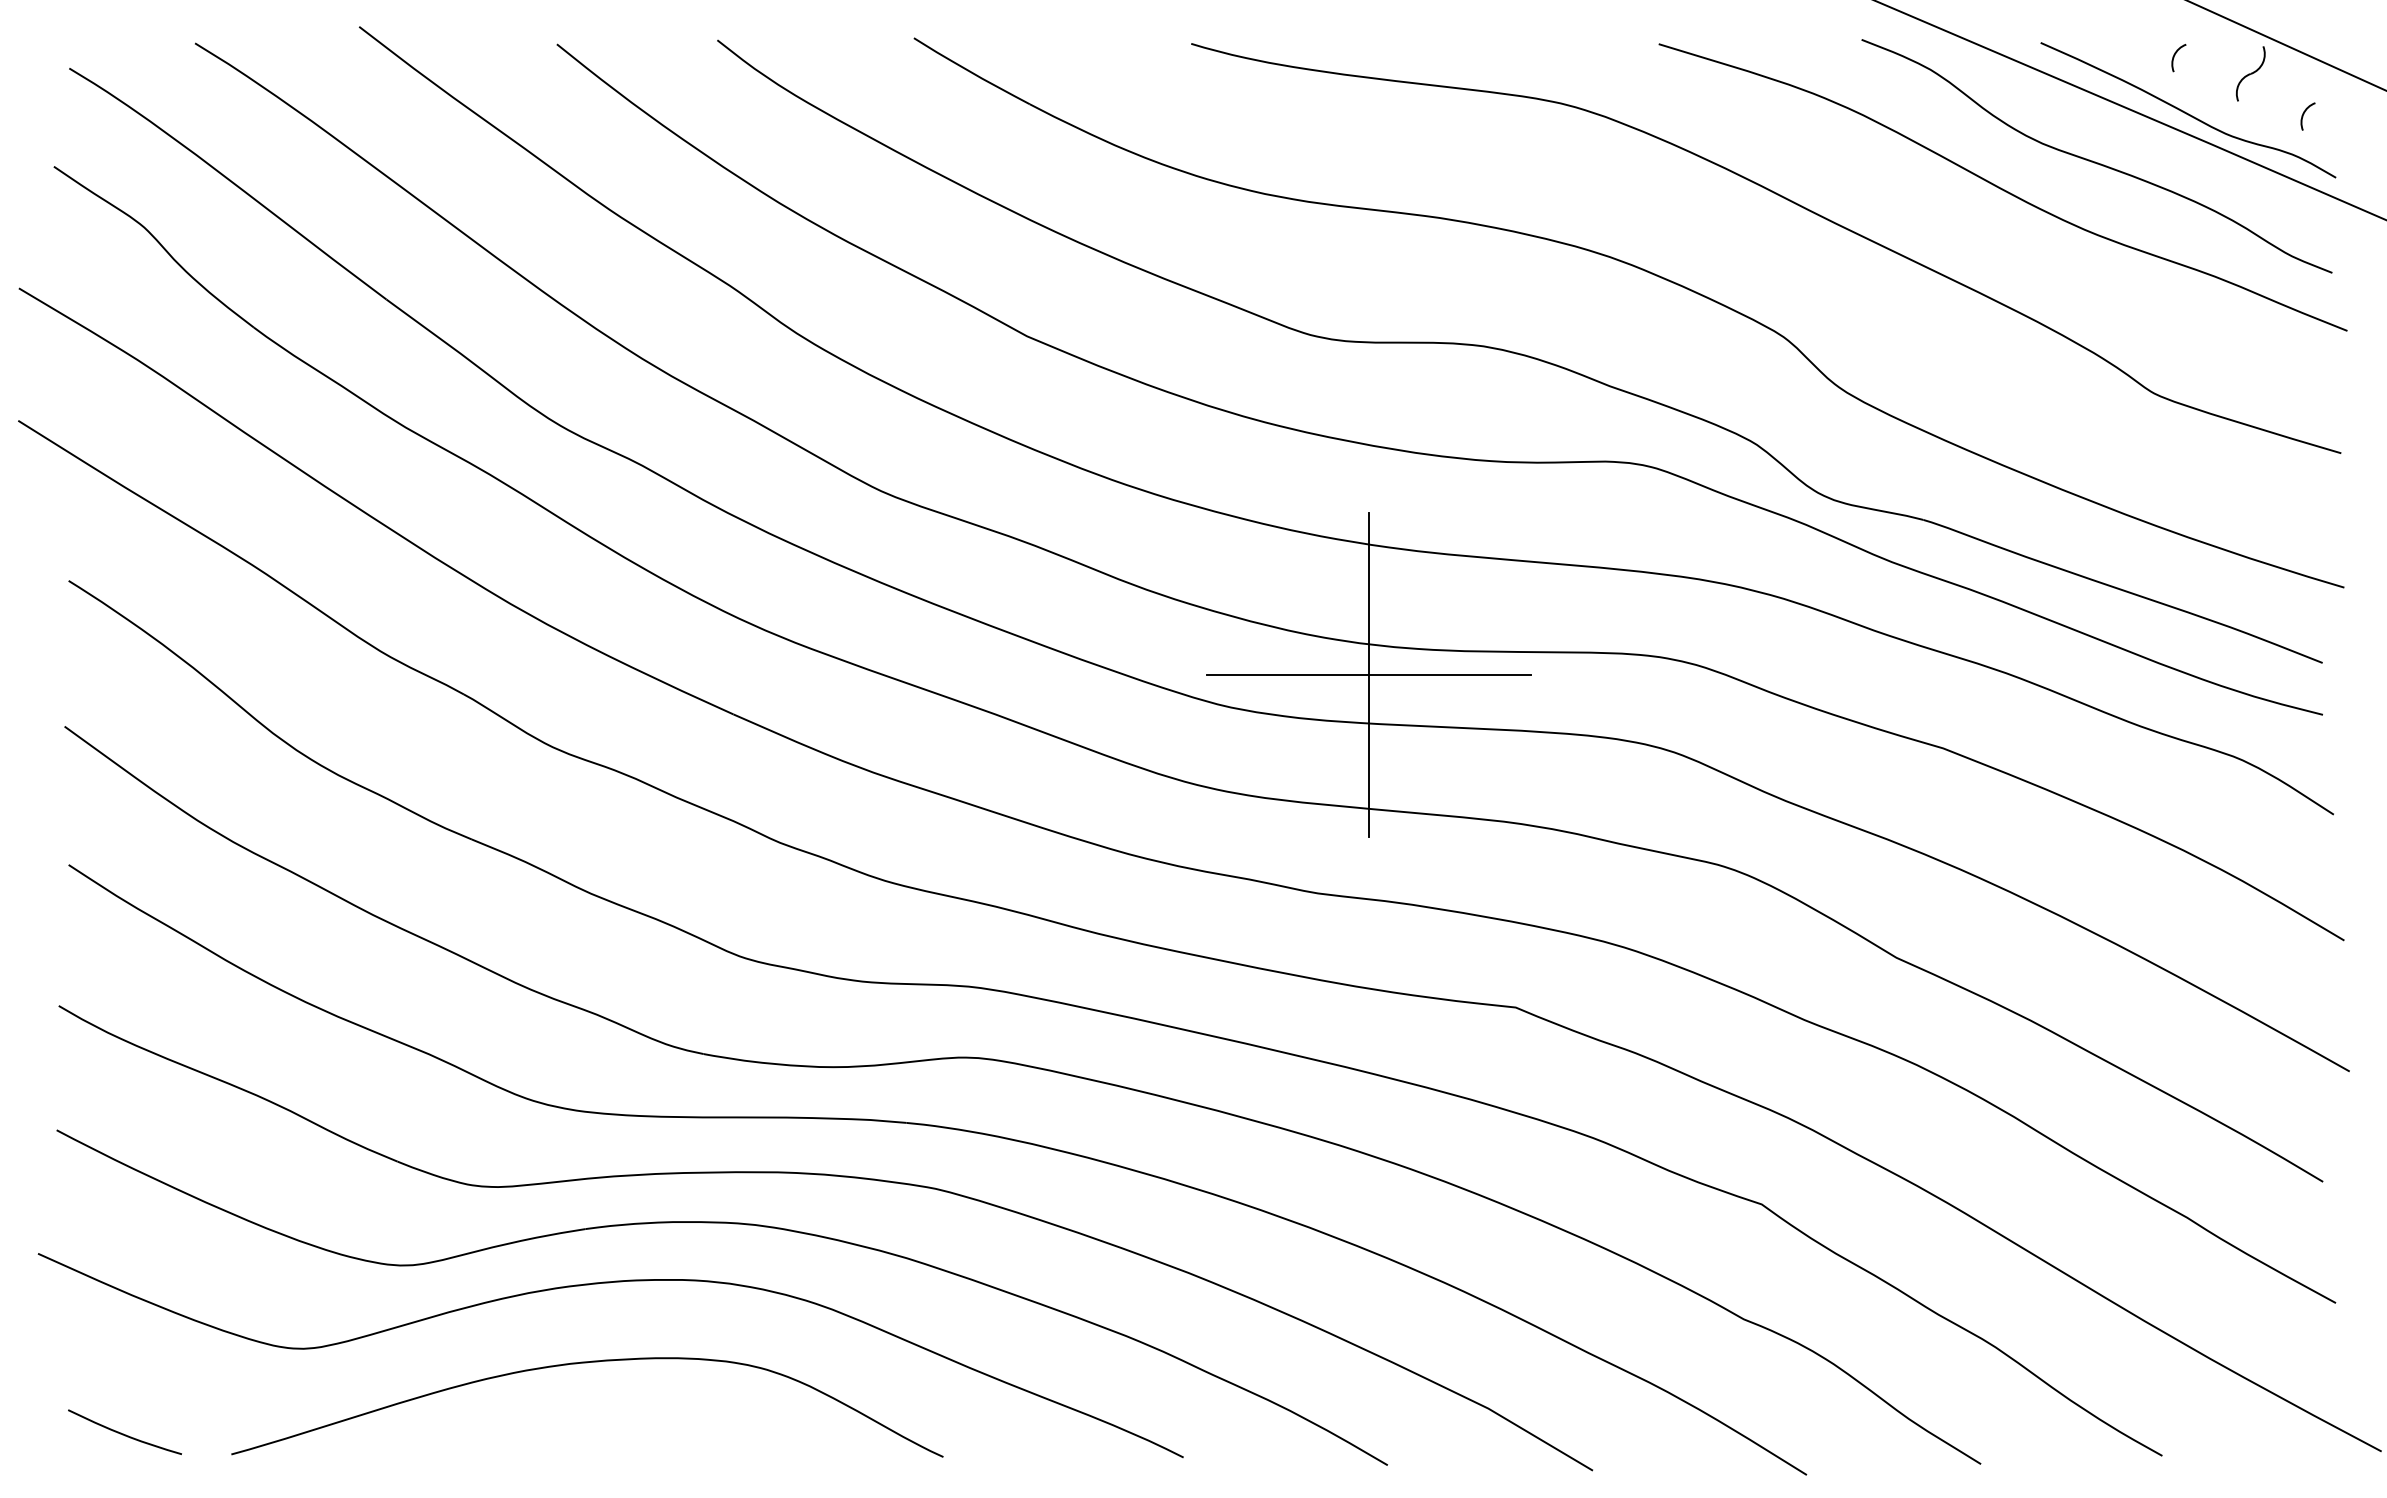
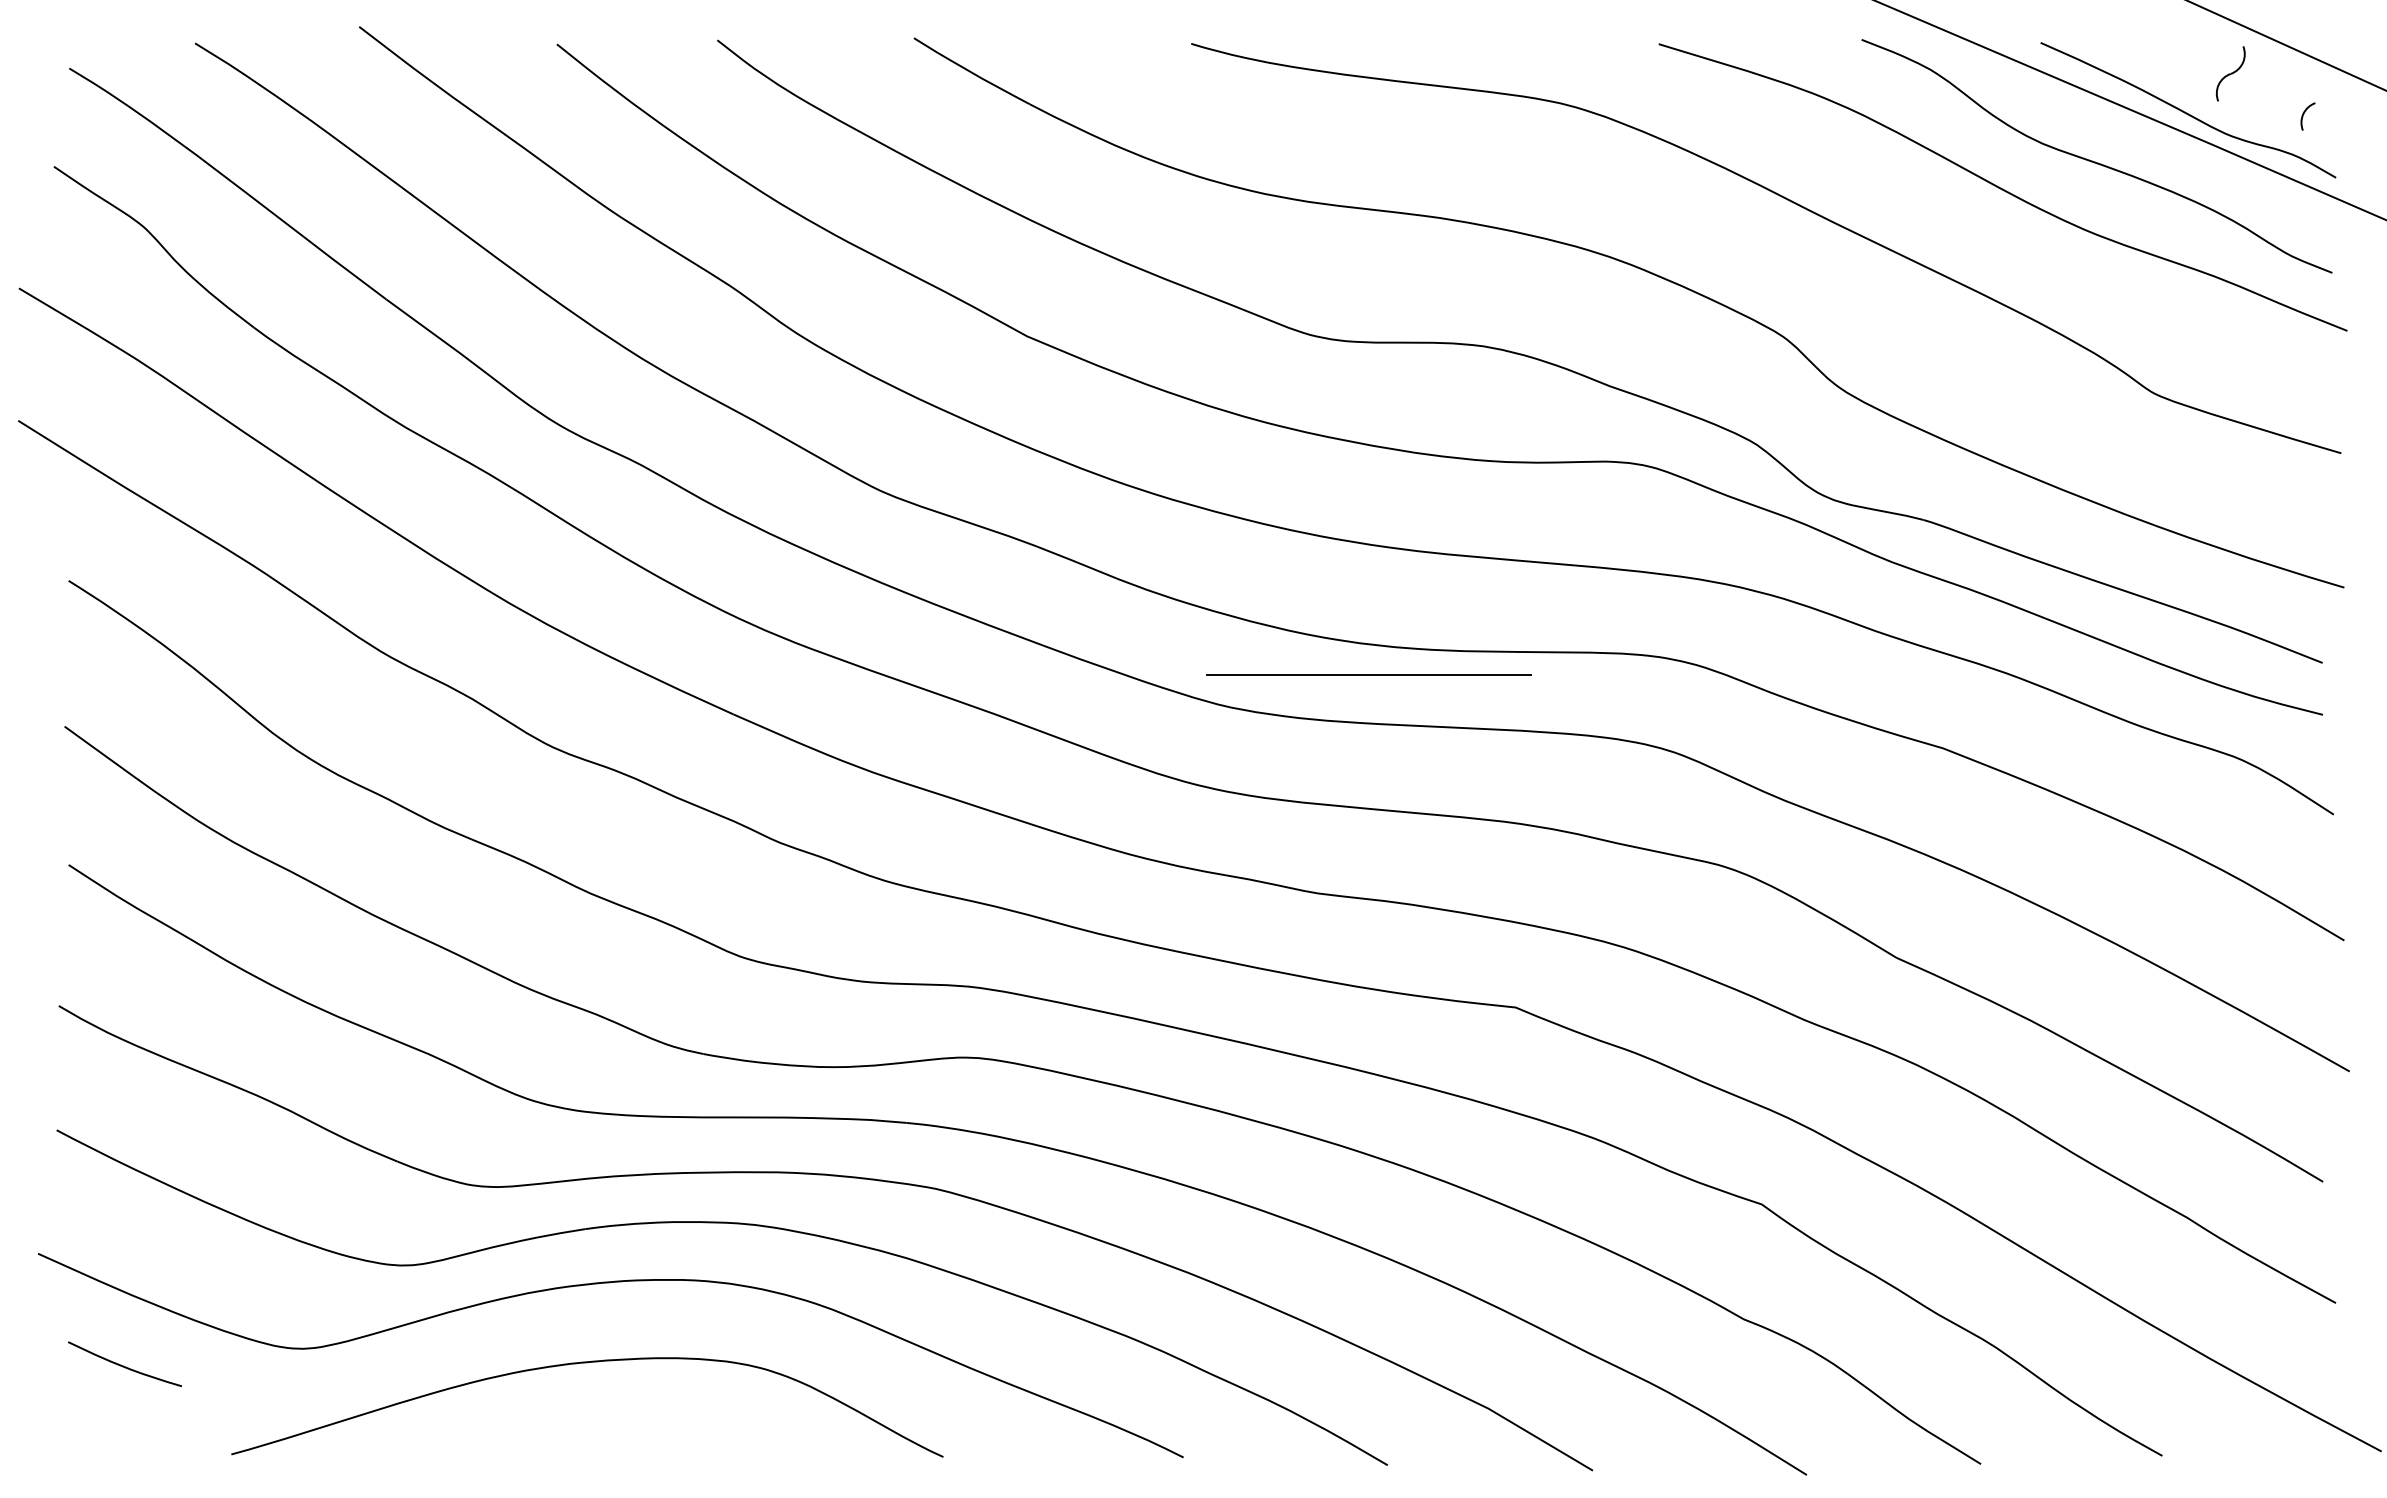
arc at (2174, 58): present -> none
part at (2250, 73) position: (2250, 73) -> (2230, 73)
line at (1368, 674): present -> none
curve at (123, 1433) position: (123, 1433) -> (123, 1365)
